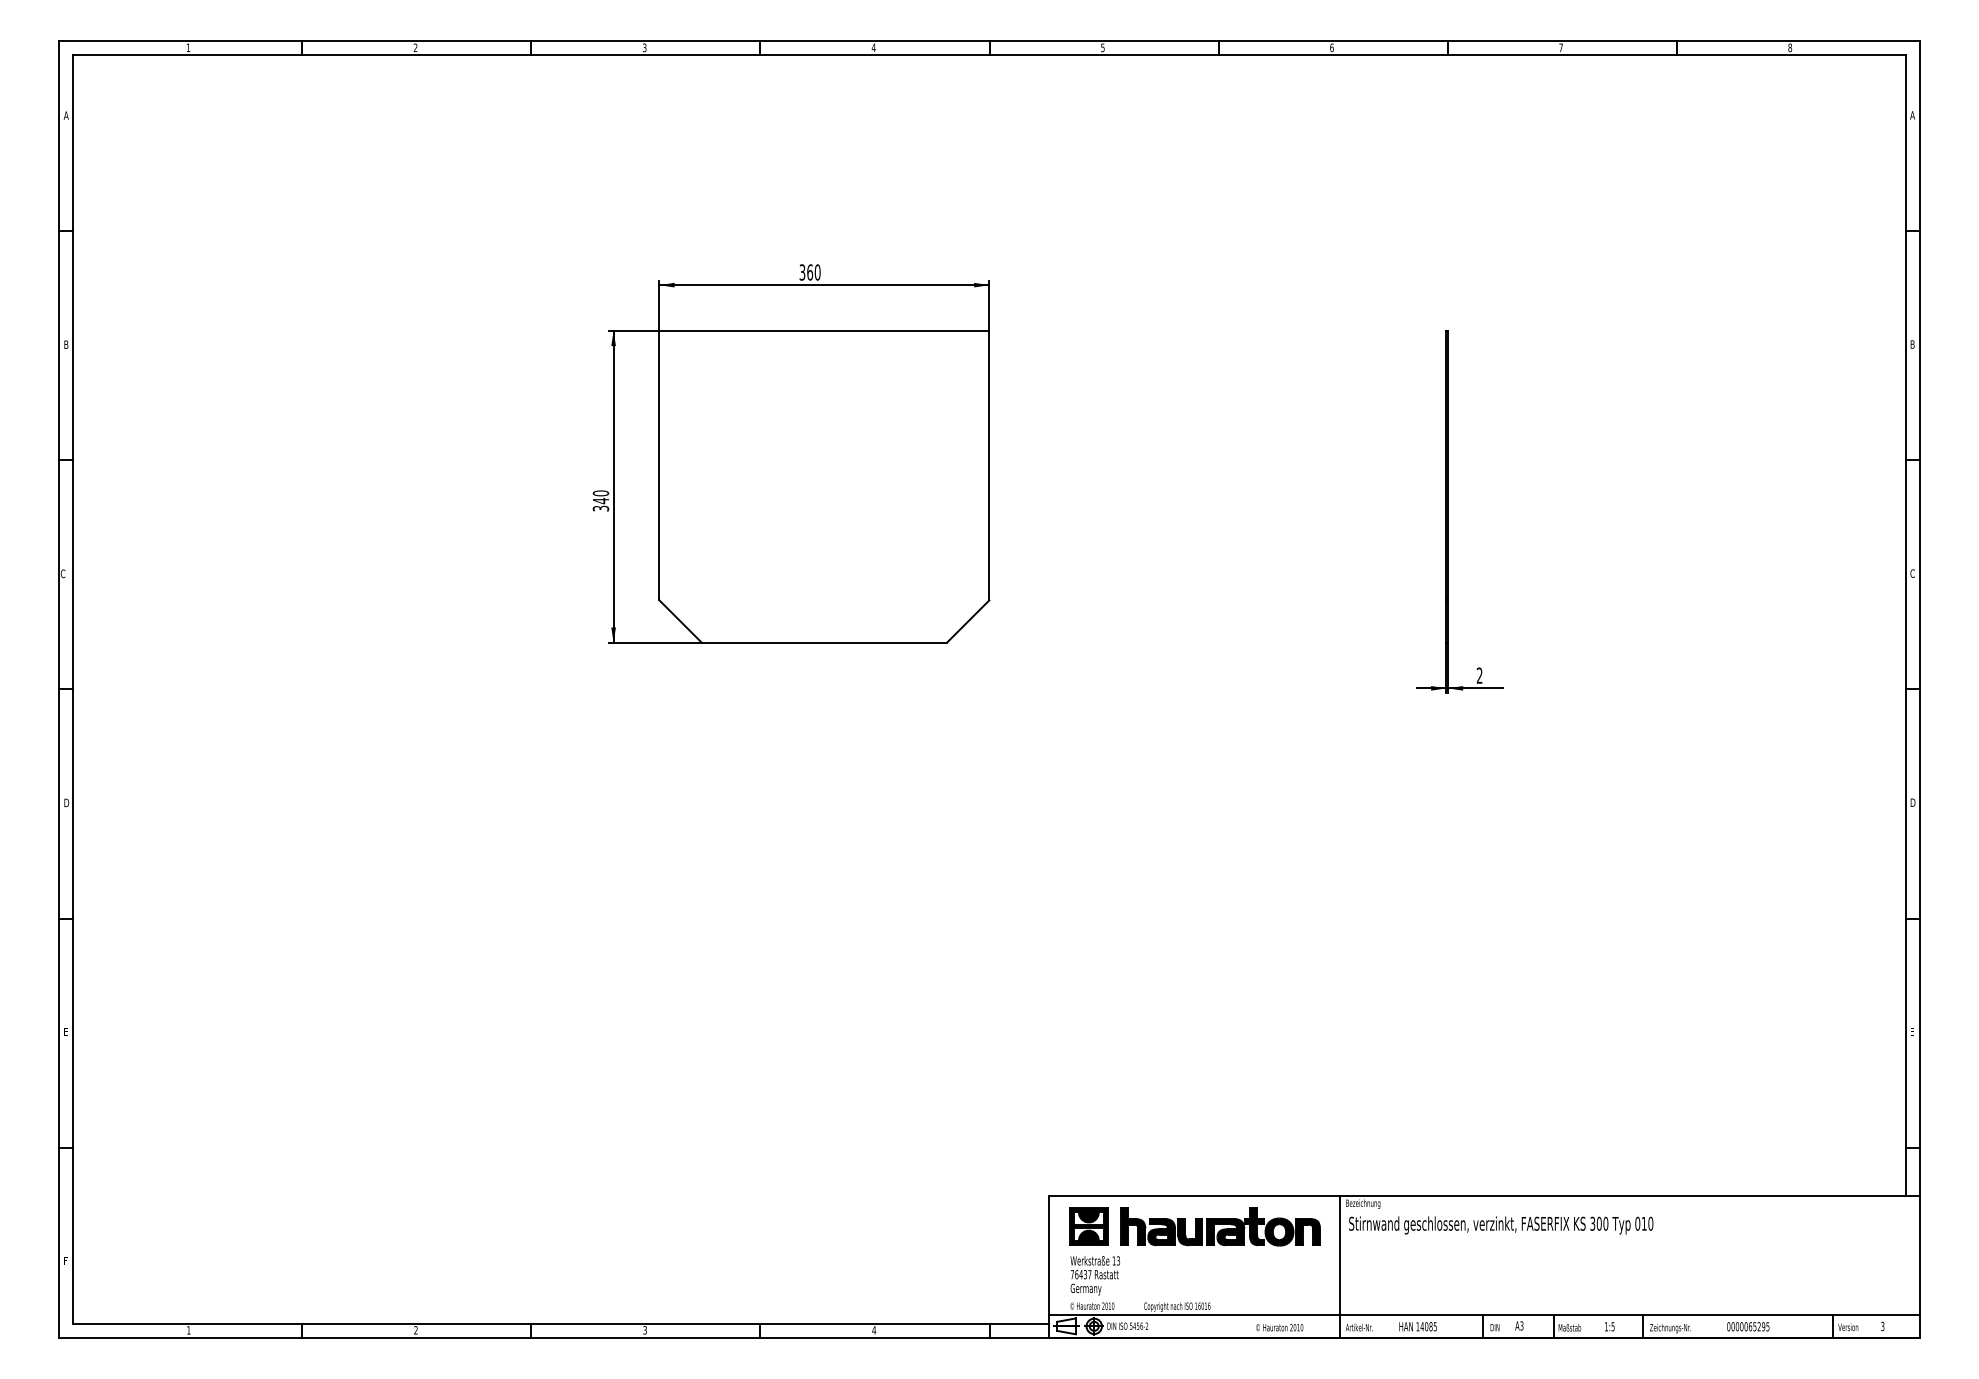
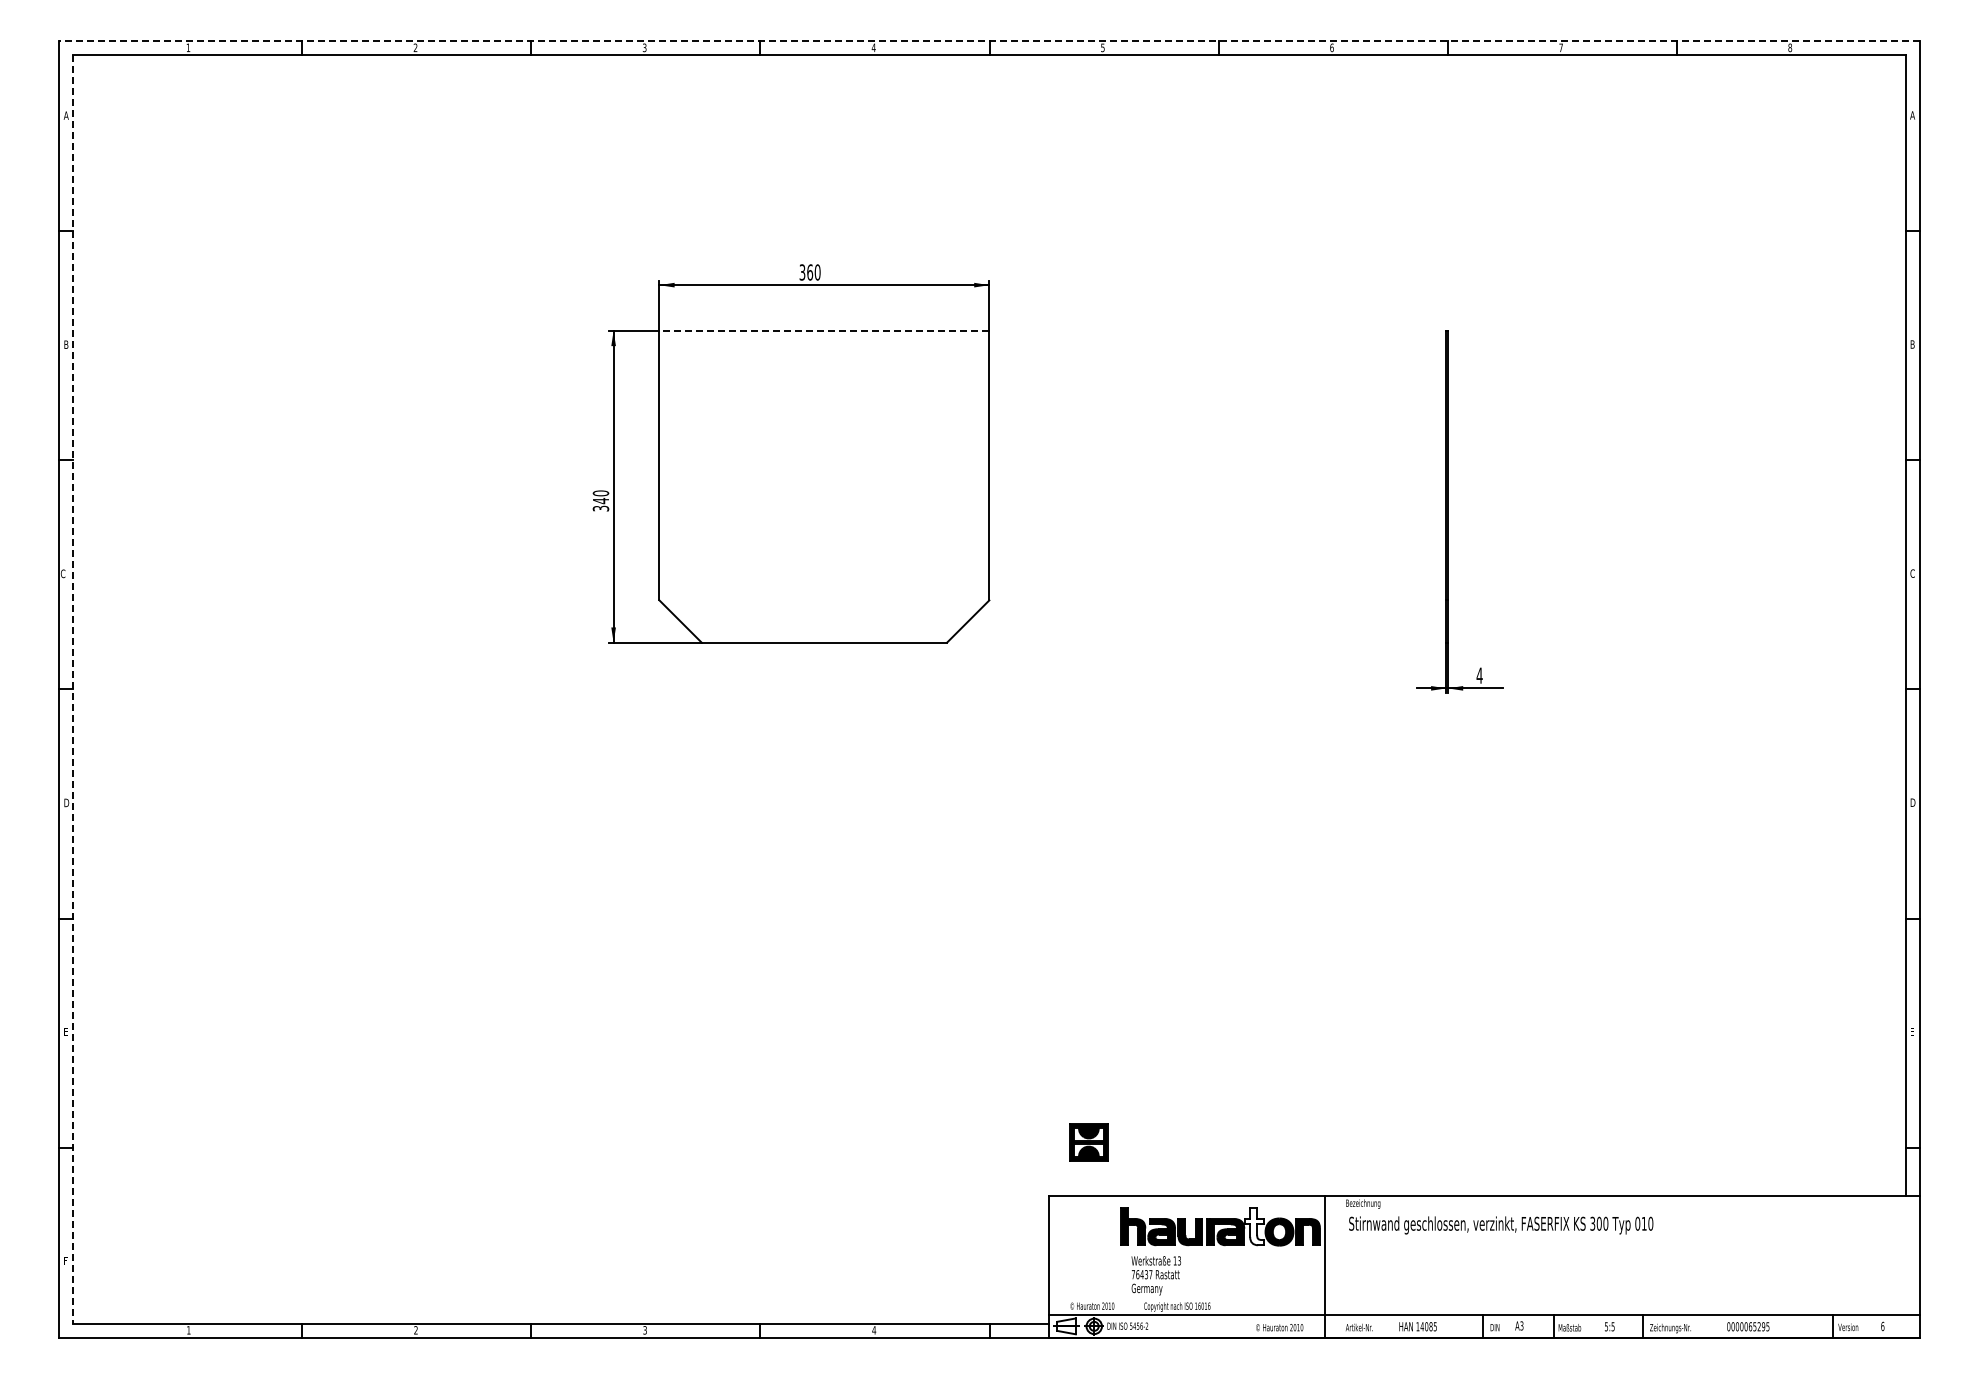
line at (989, 41): solid -> dashed
line at (824, 330): solid -> dashed
text at (1479, 675): 2 -> 4
line at (73, 689): solid -> dashed
part at (1088, 1226) position: (1088, 1226) -> (1088, 1142)
fill at (1254, 1226): present -> none
line at (1339, 1266) position: (1339, 1266) -> (1324, 1266)
text at (1094, 1275) position: (1094, 1275) -> (1155, 1275)
text at (1605, 1326): 1:5 -> 5:5
text at (1882, 1326): 3 -> 6
